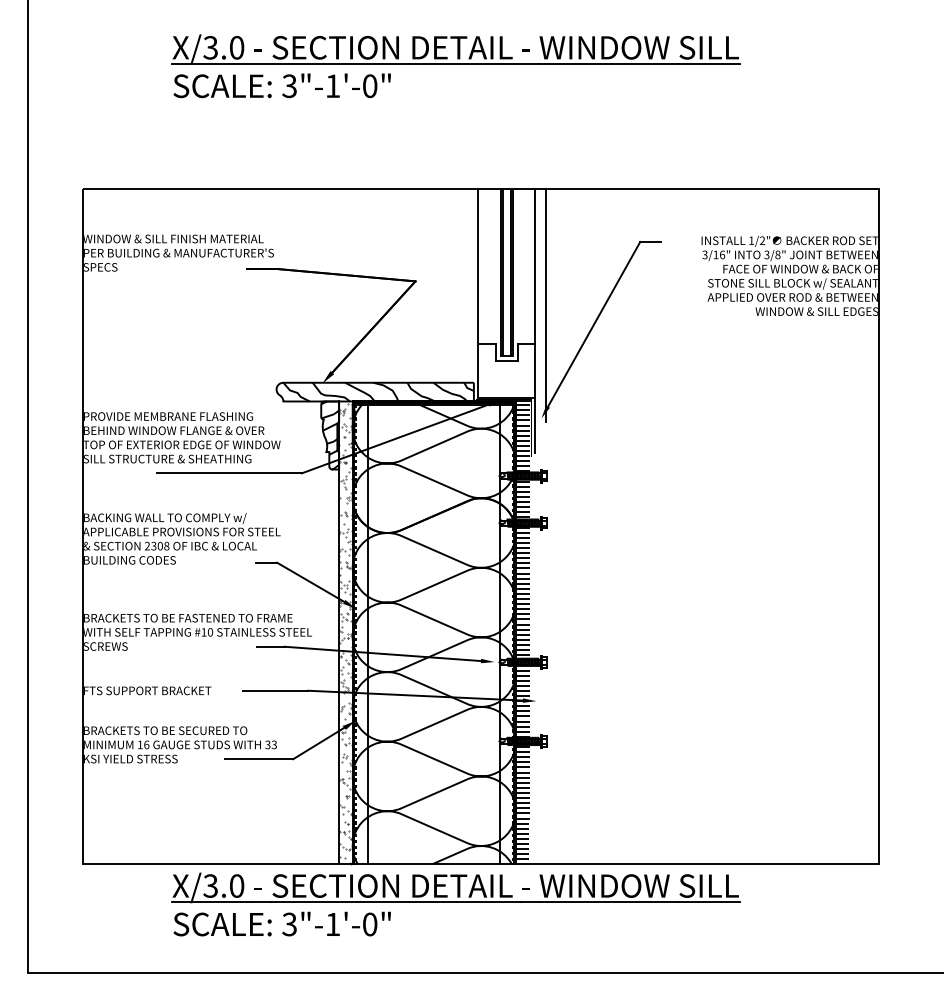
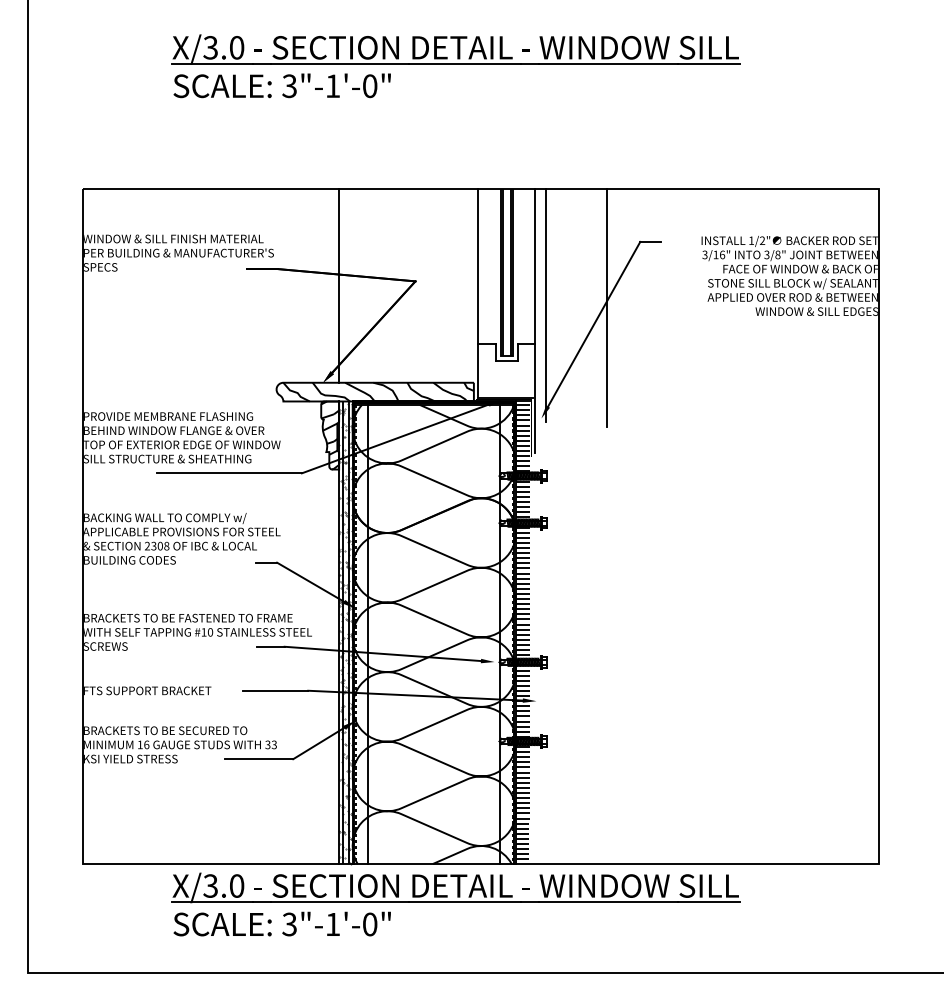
line at (339, 285): none -> present
line at (606, 307): none -> present
hatch at (345, 632): none -> present
